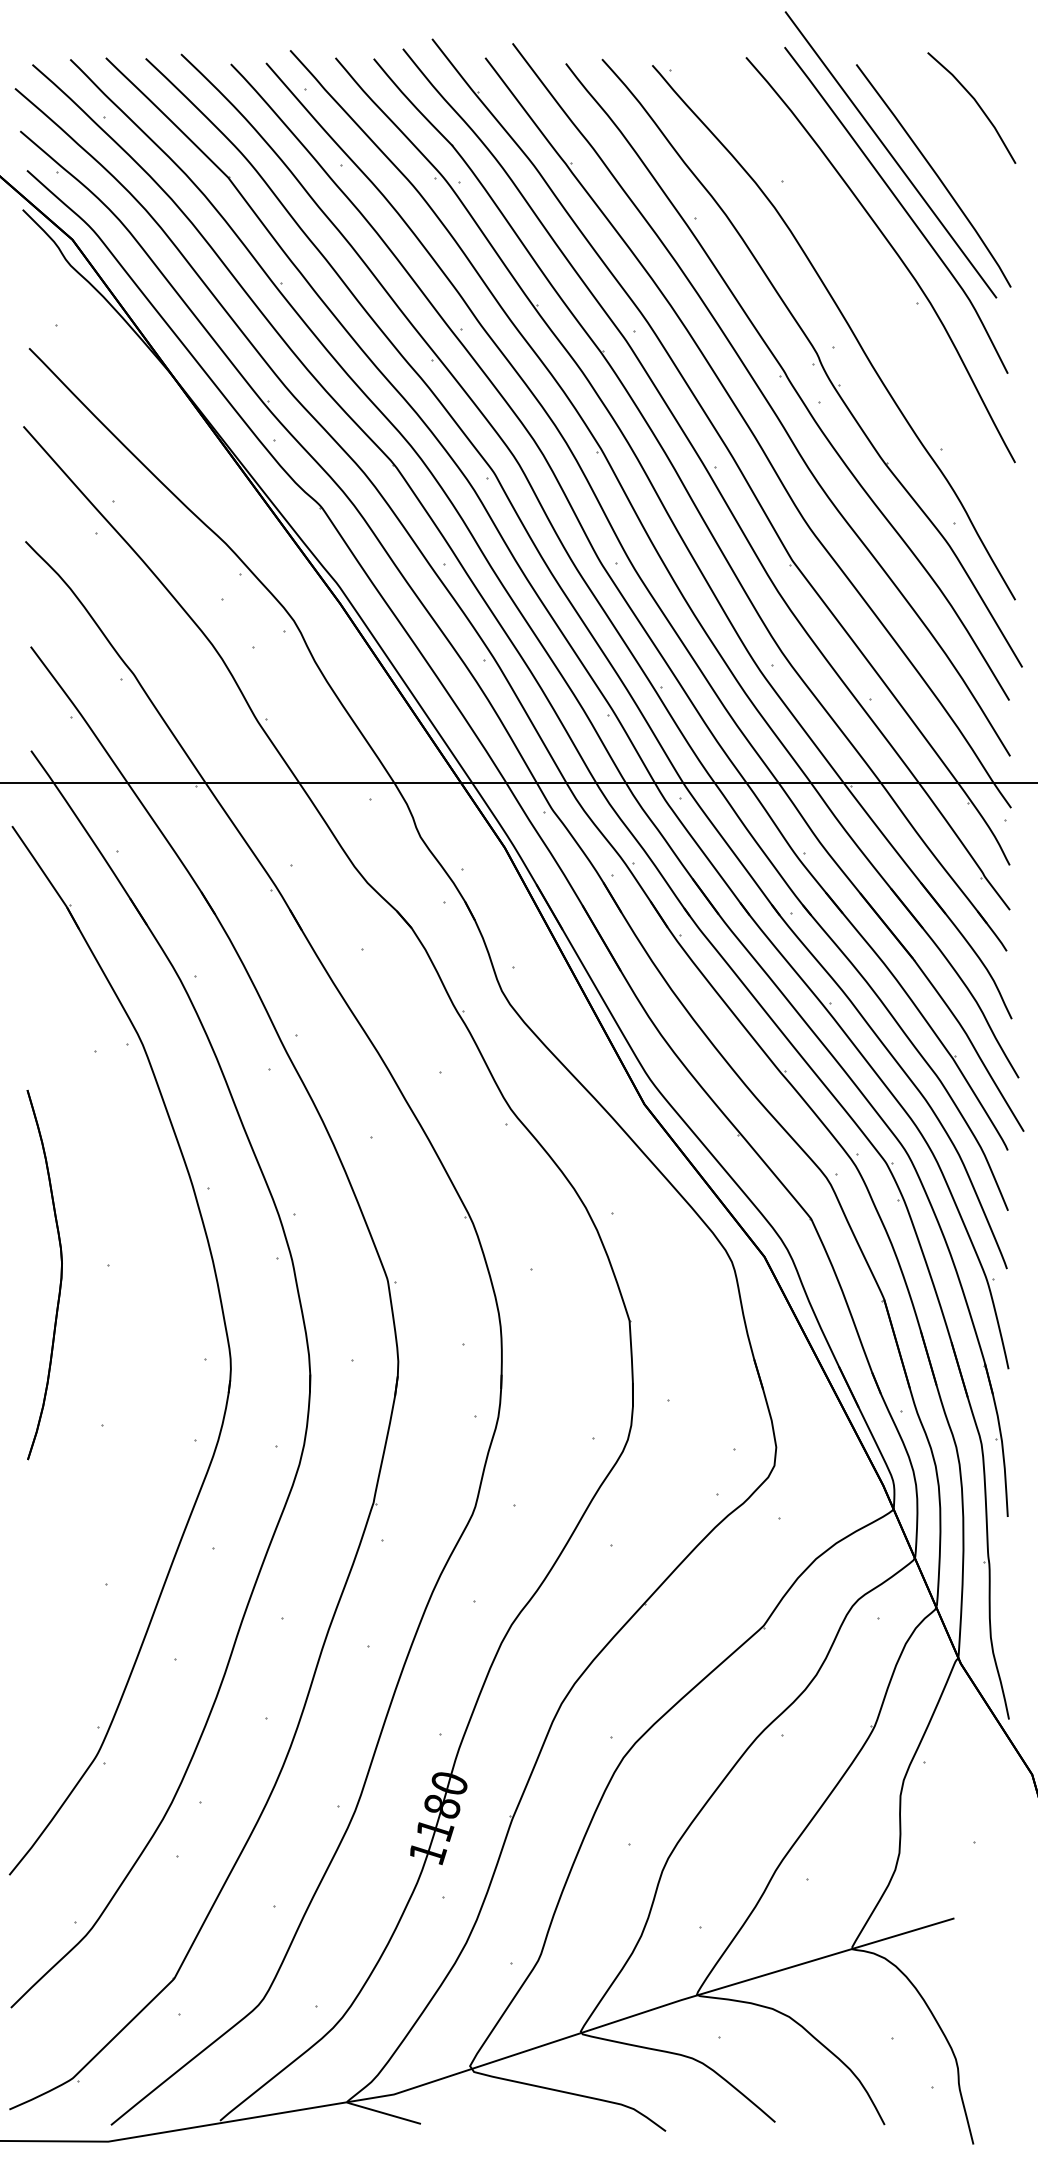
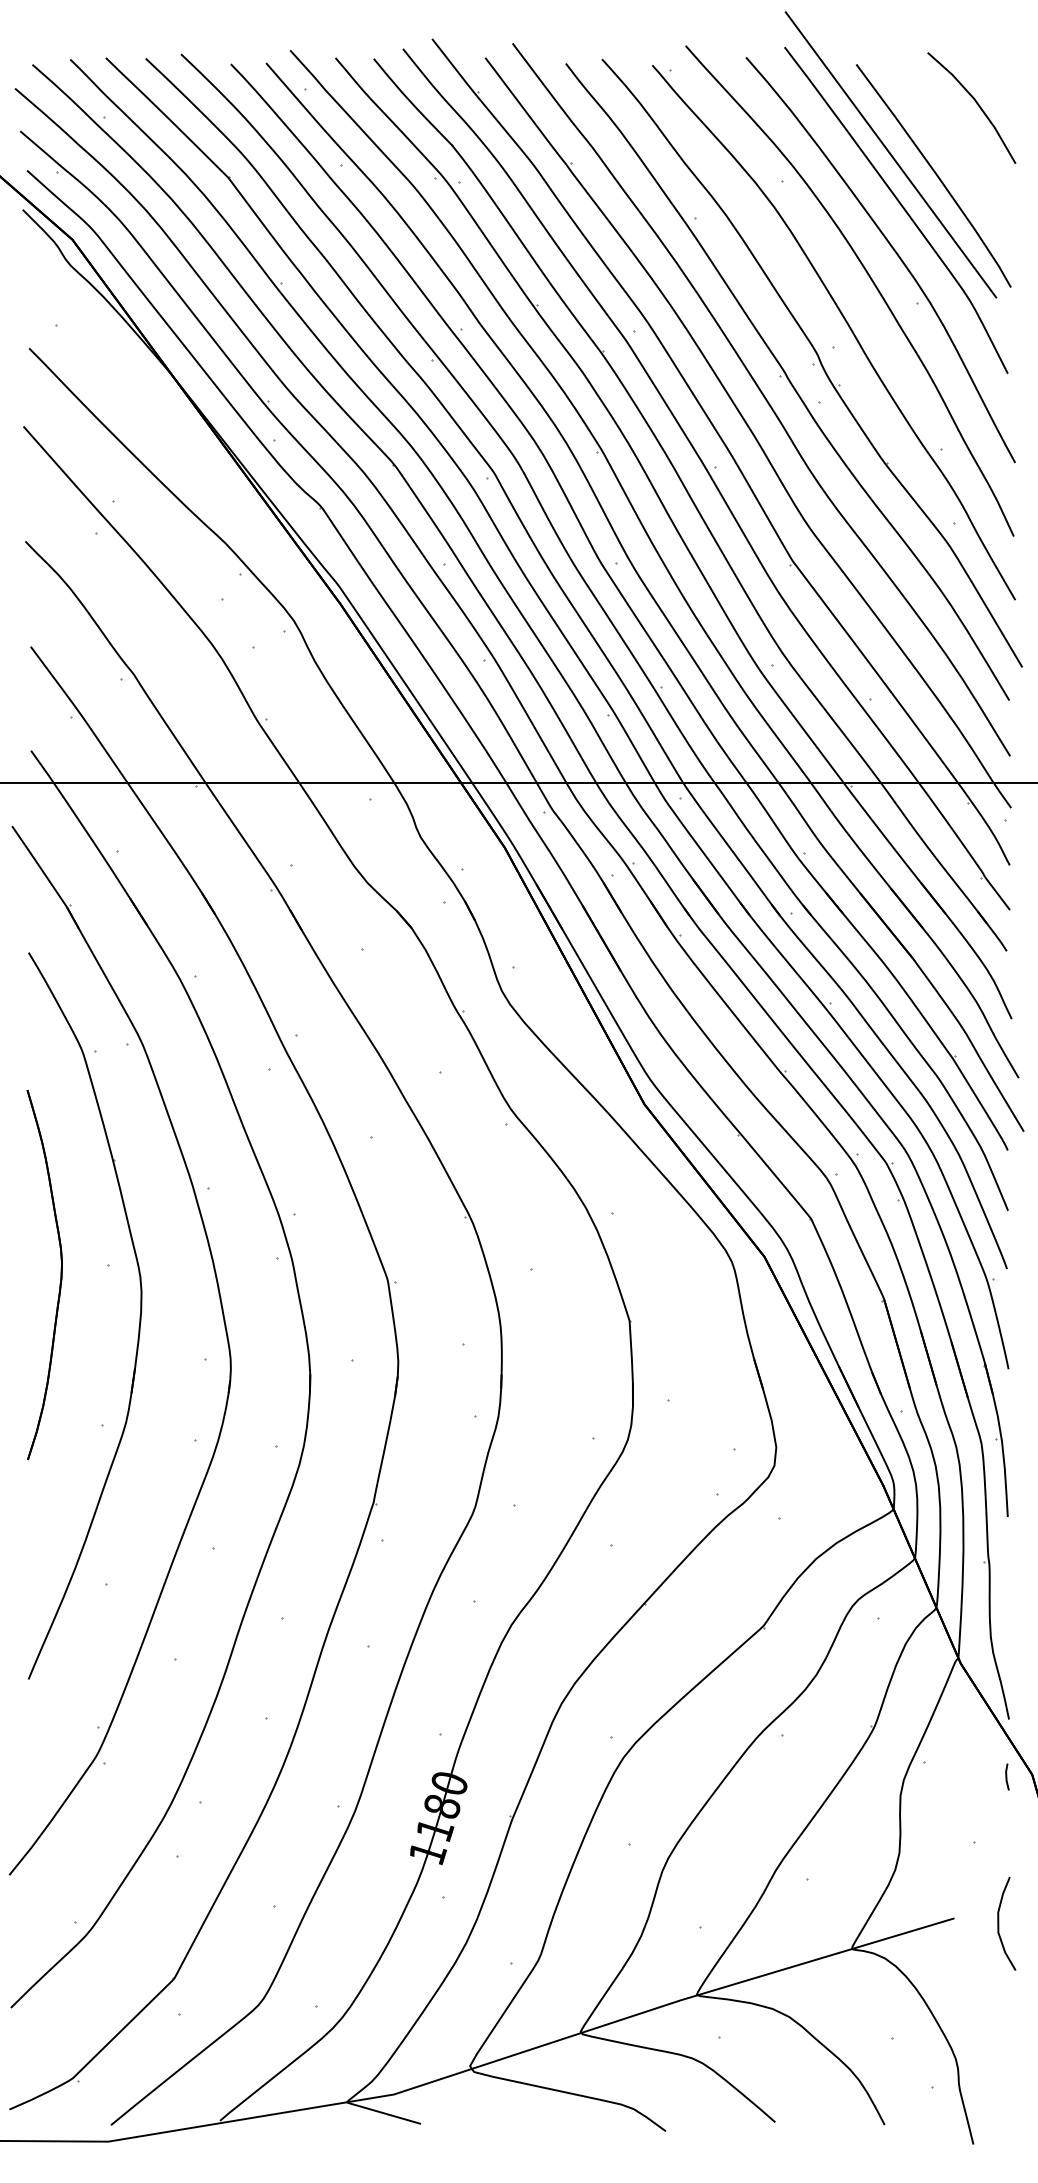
curve at (869, 278): none -> present
part at (139, 1316): none -> present
line at (1007, 1776): none -> present
curve at (999, 1923): none -> present
